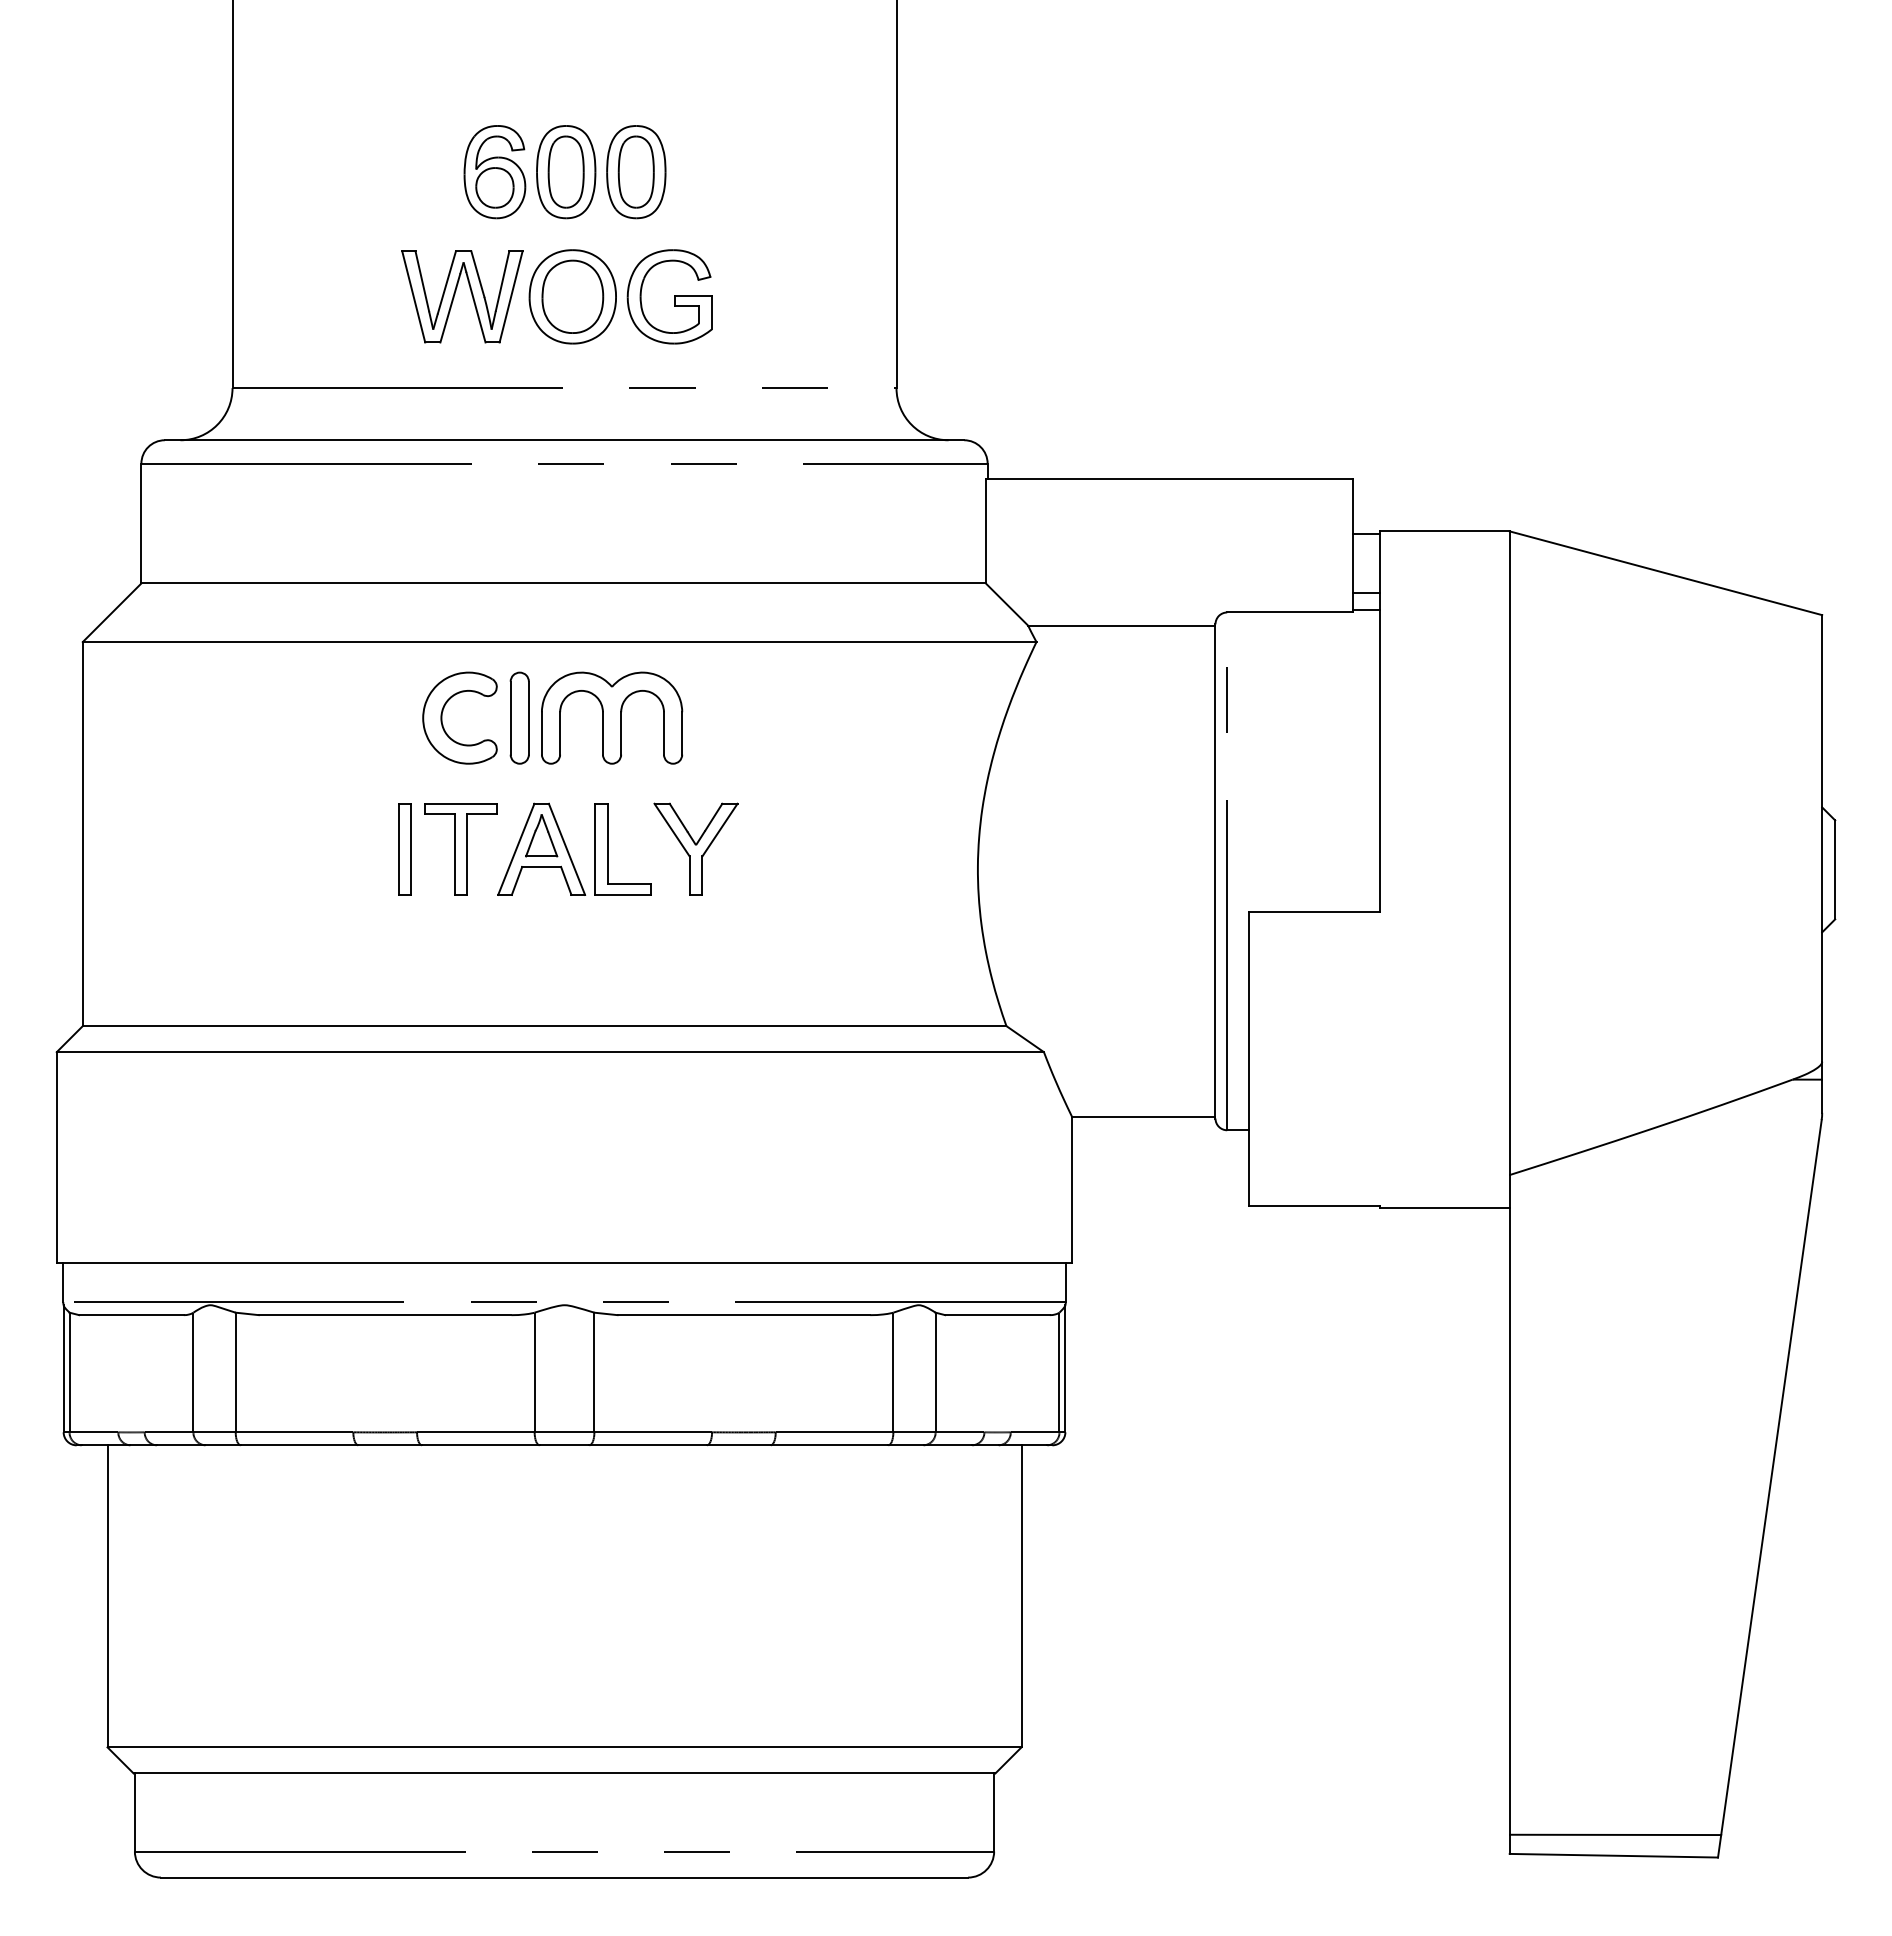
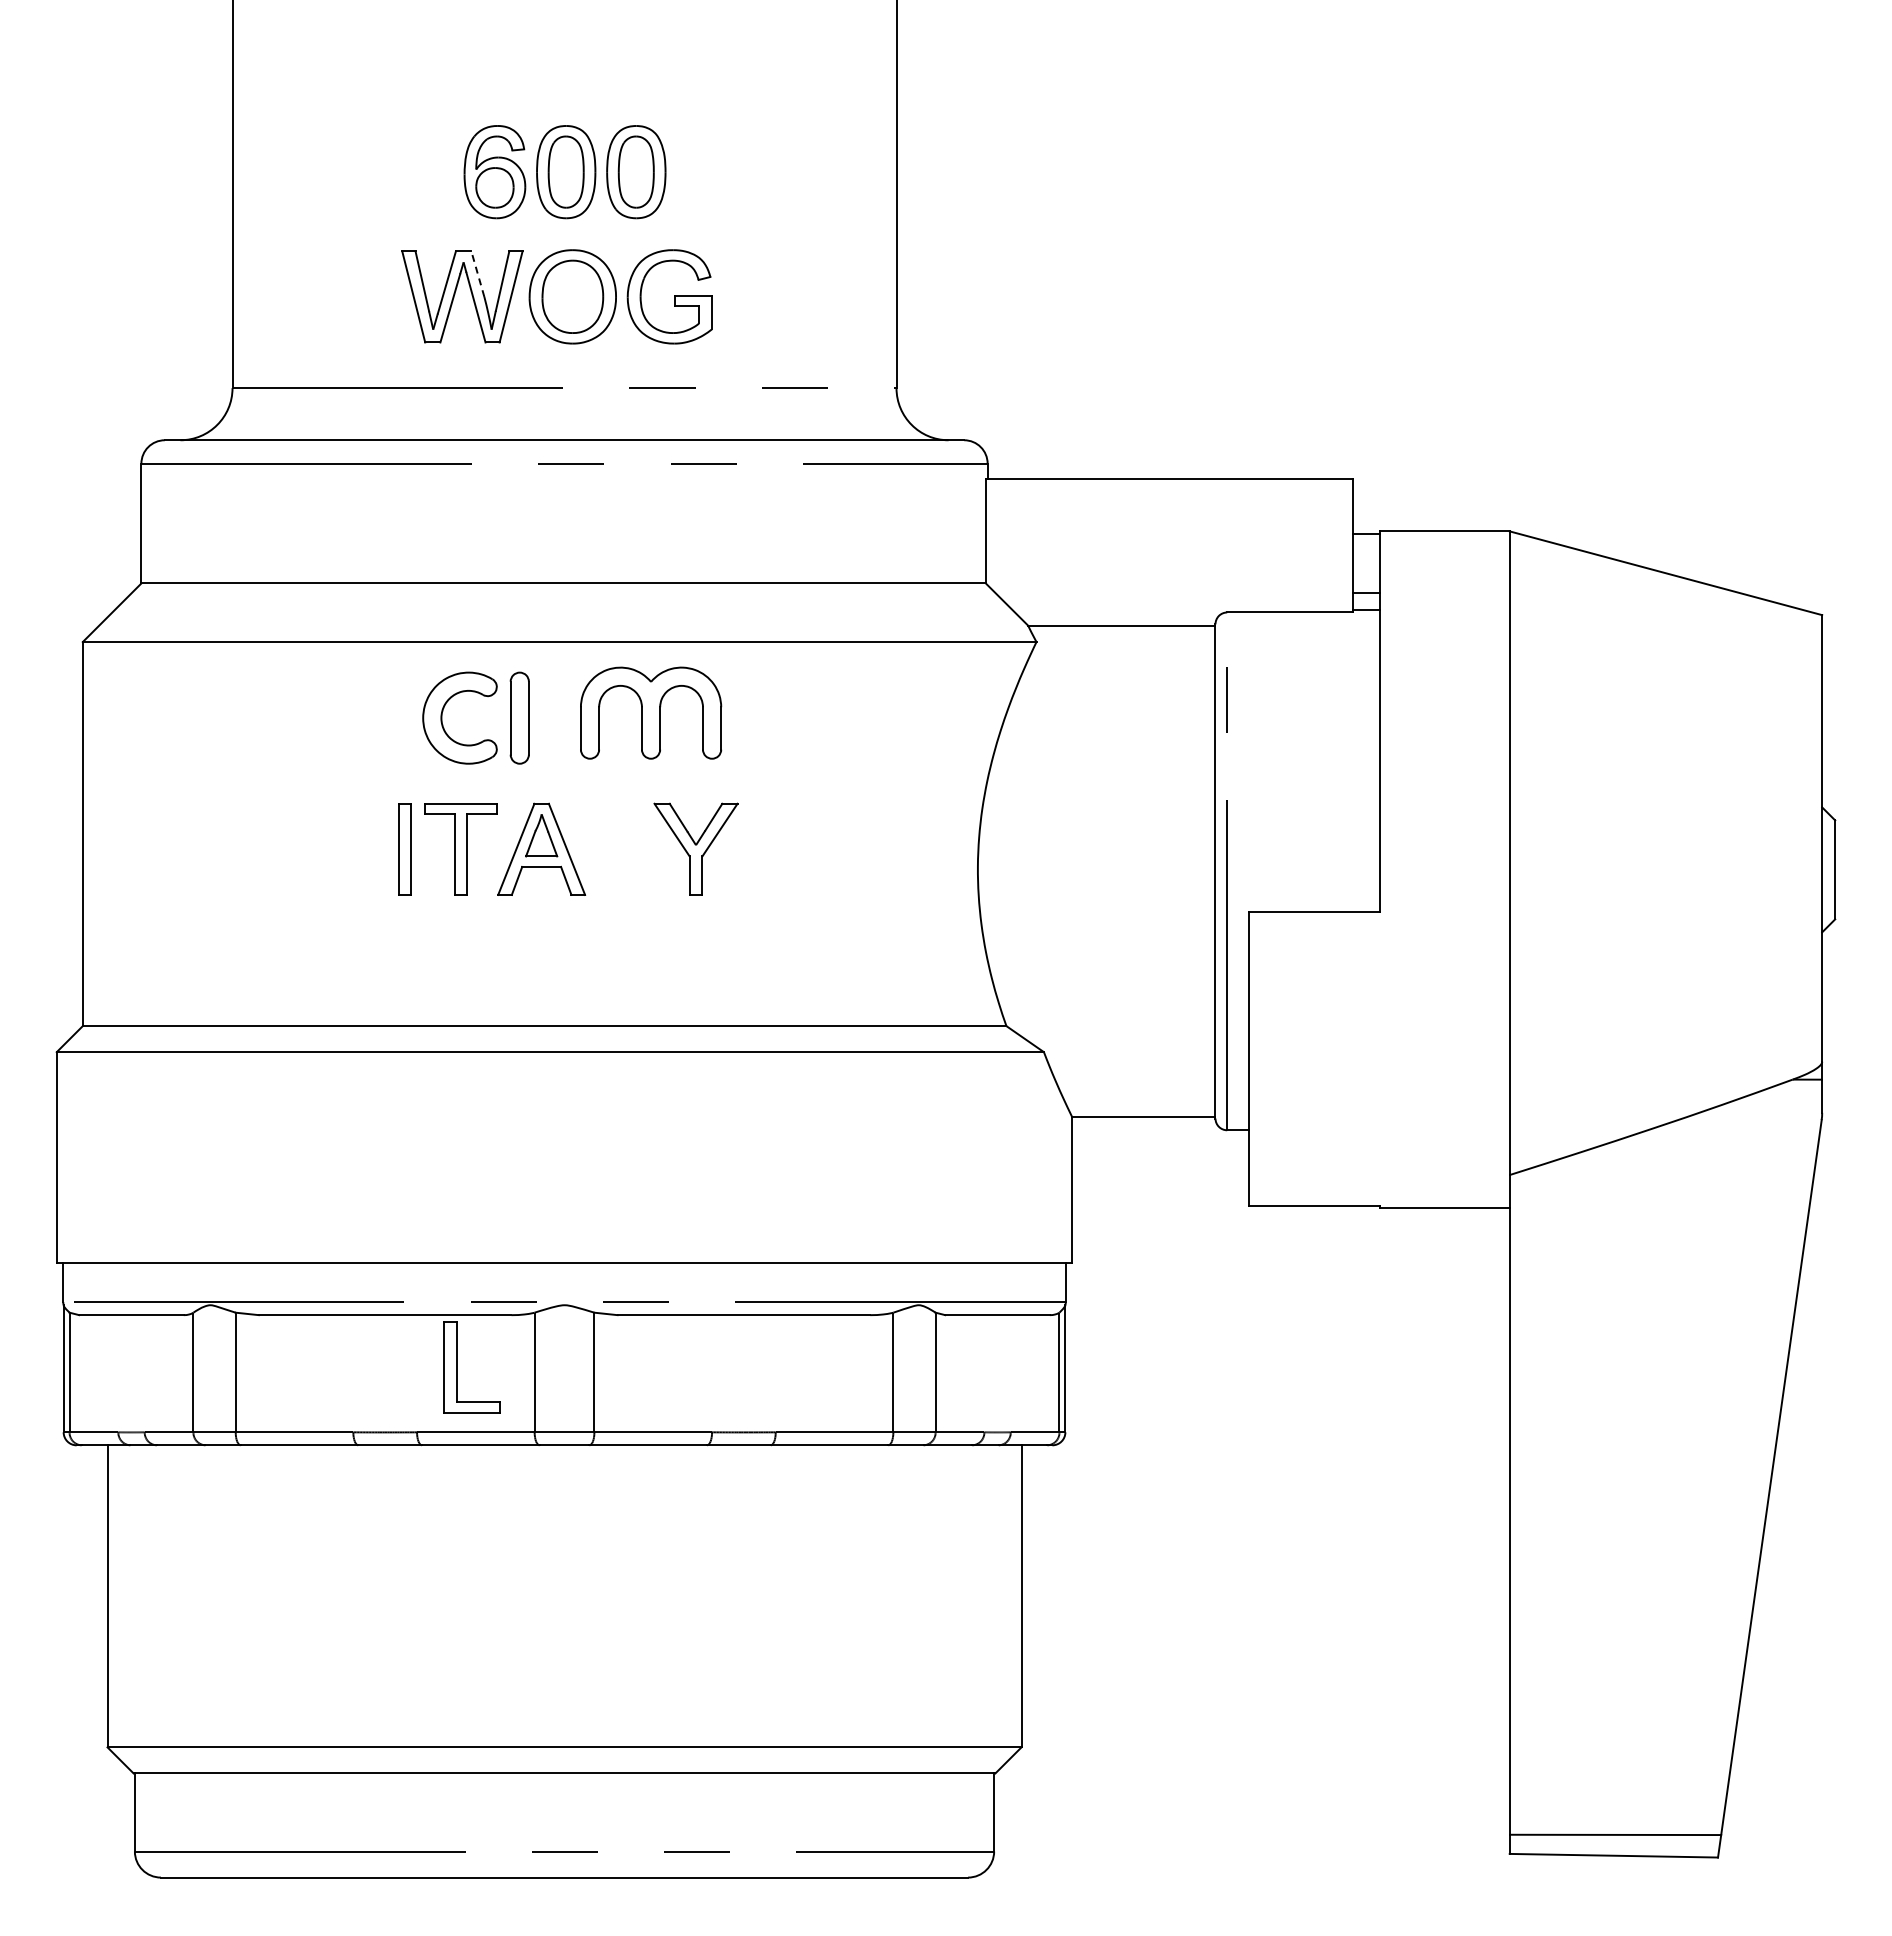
line at (477, 274): solid -> dashed
part at (612, 717) position: (612, 717) -> (651, 712)
part at (608, 849) position: (608, 849) -> (457, 1367)
